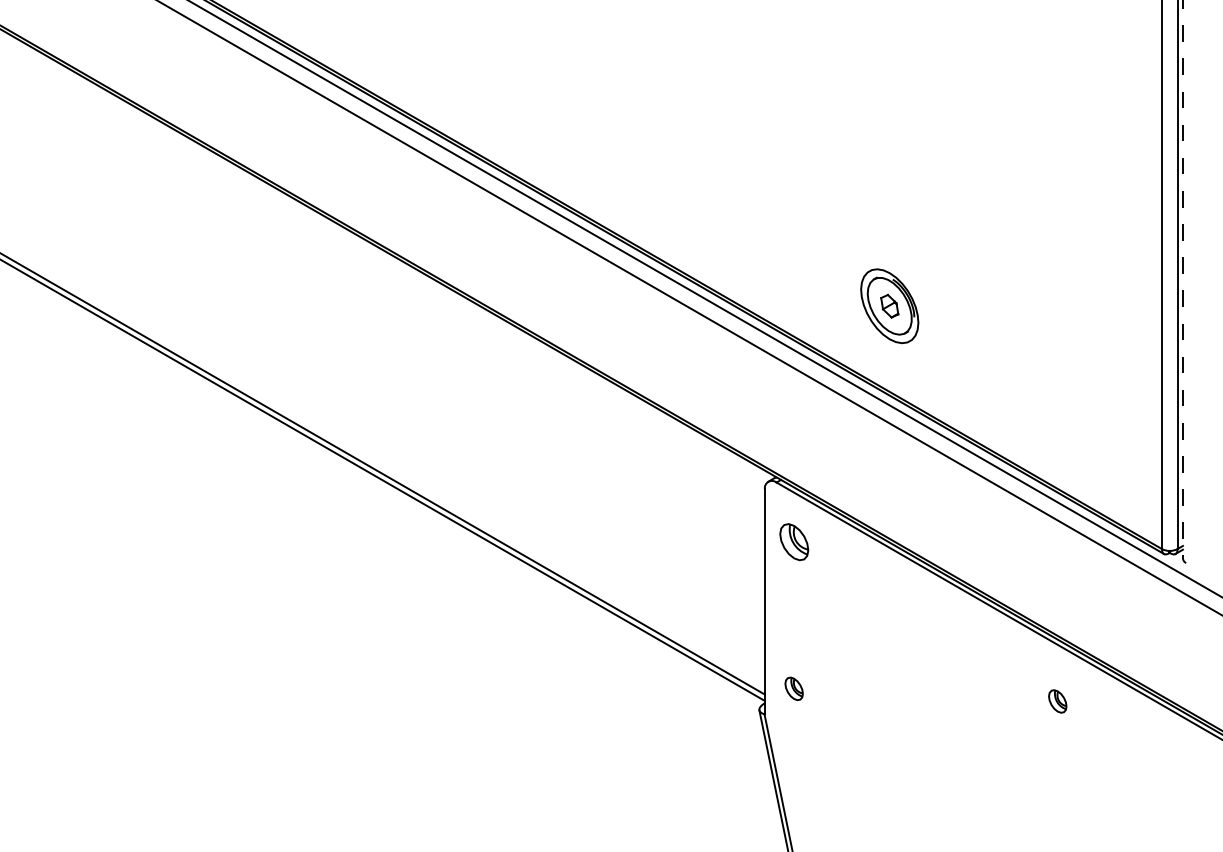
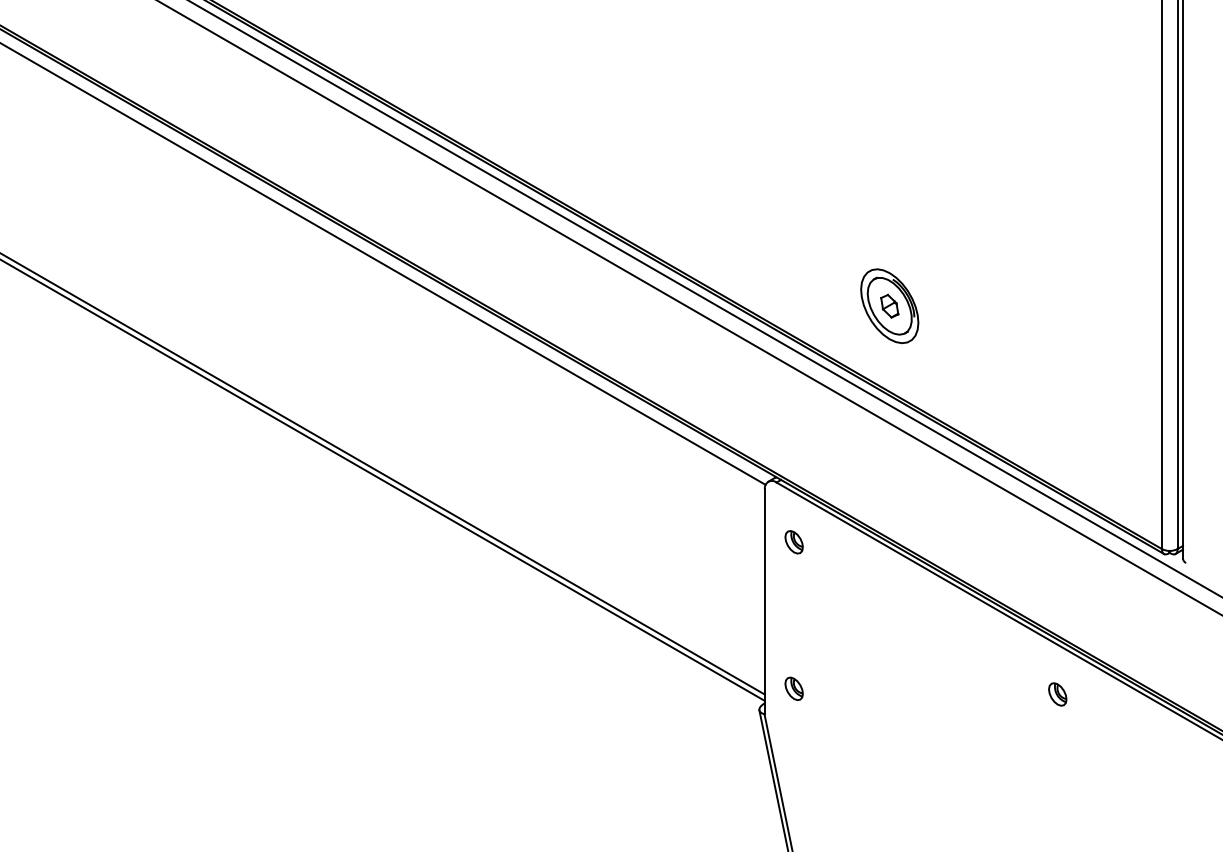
line at (383, 264): none -> present
line at (1182, 279): dashed -> solid
part at (794, 542) size: 31x39 px -> 20x25 px
part at (1057, 701) position: (1057, 701) -> (1057, 694)
